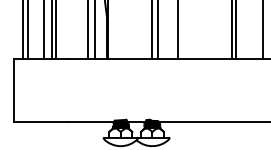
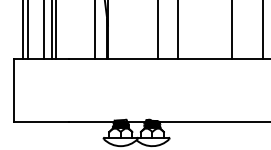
line at (87, 30): present -> none
line at (152, 30): present -> none
line at (236, 30): present -> none
